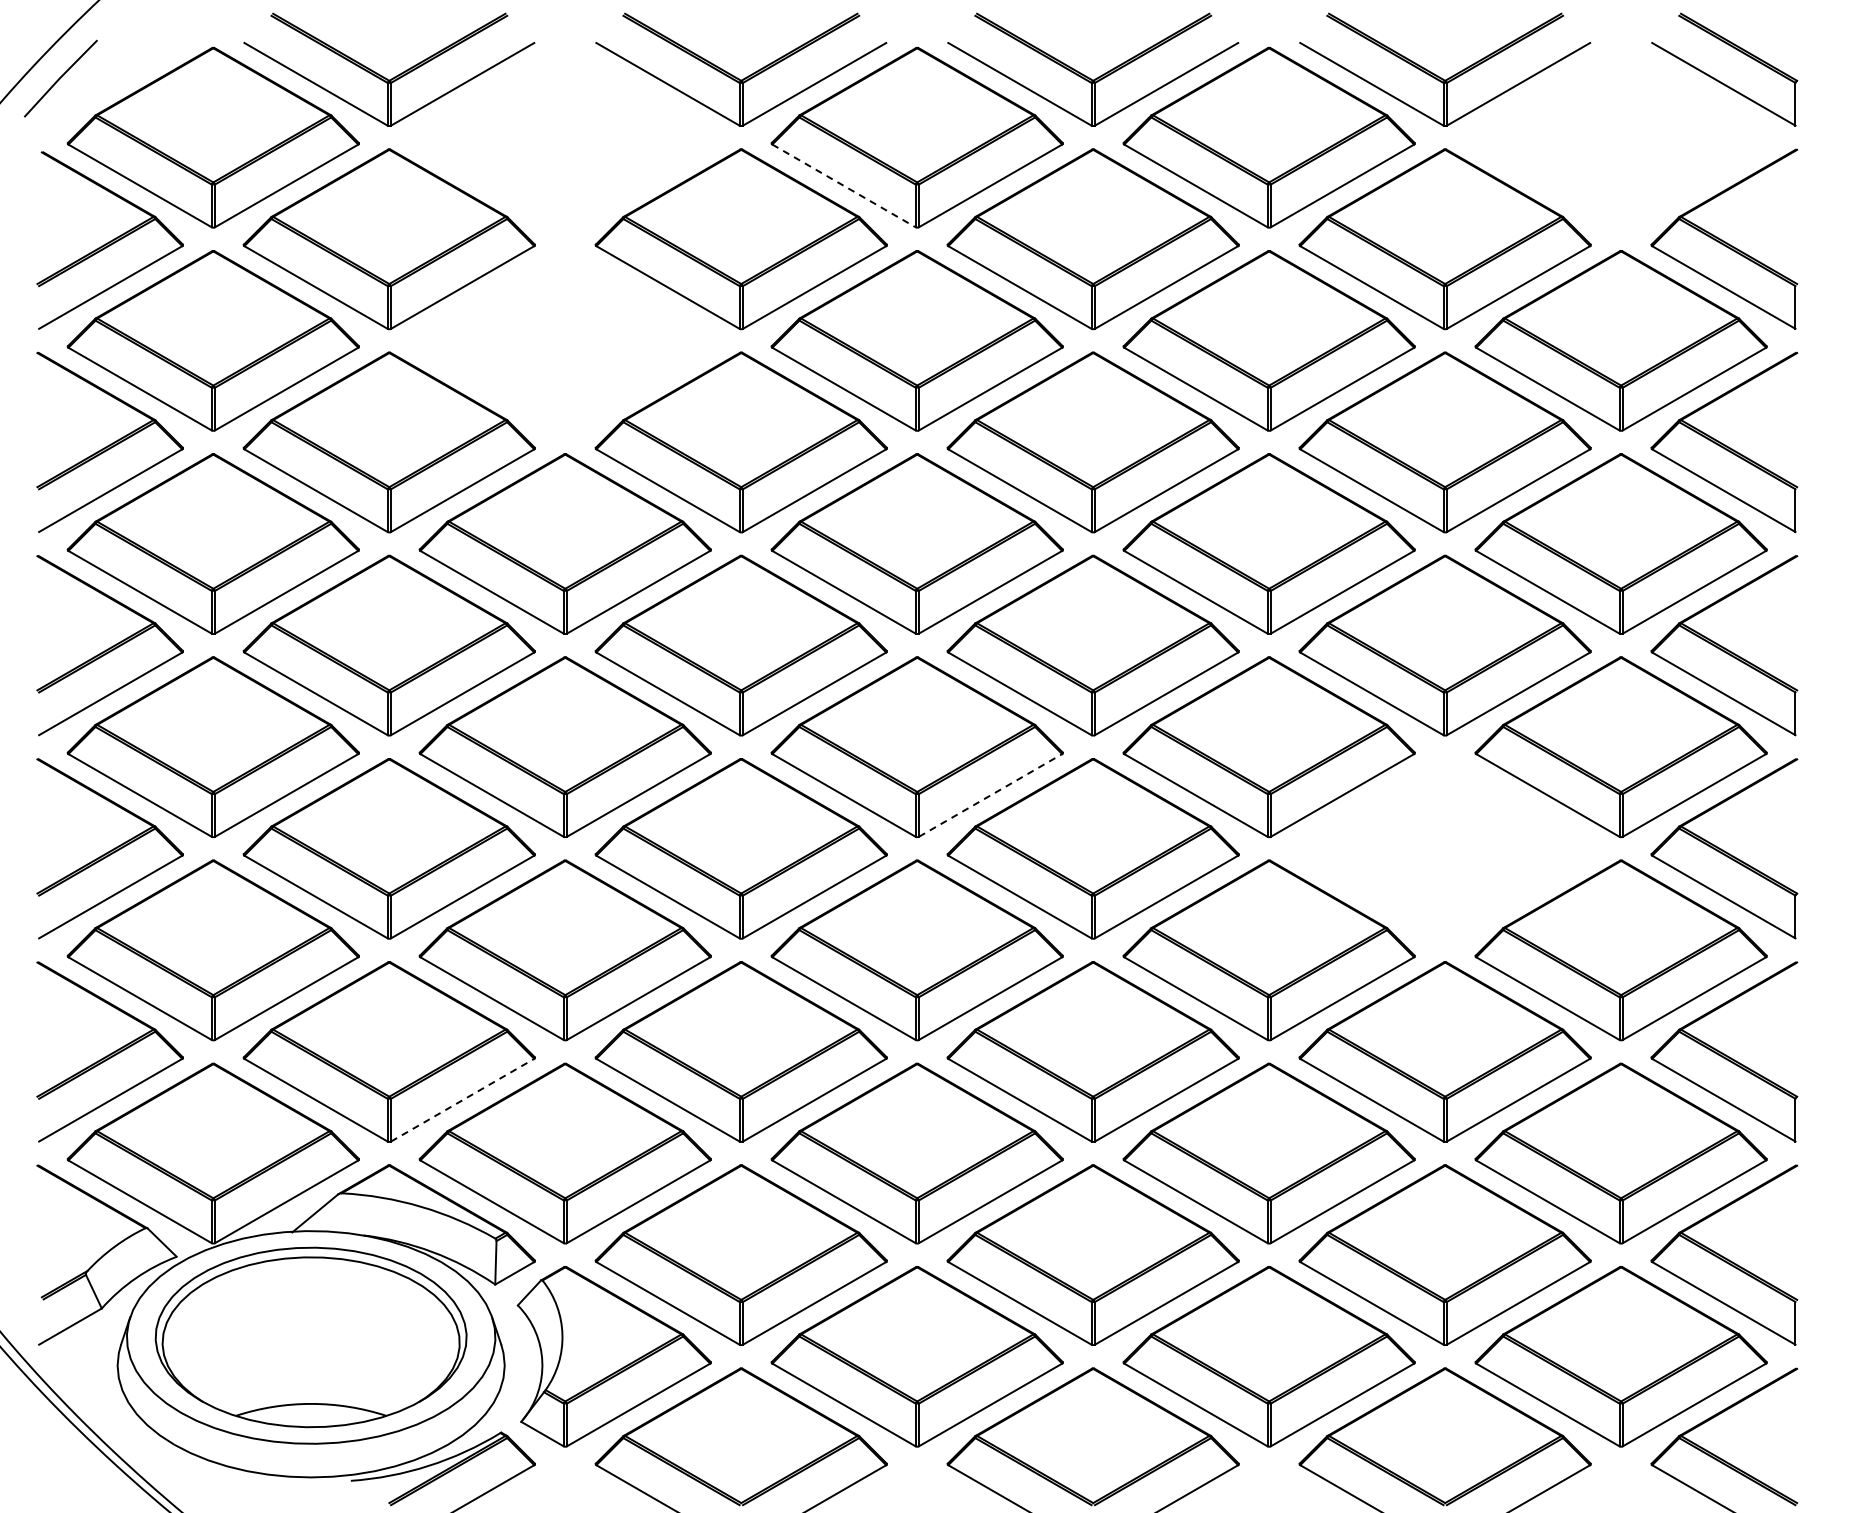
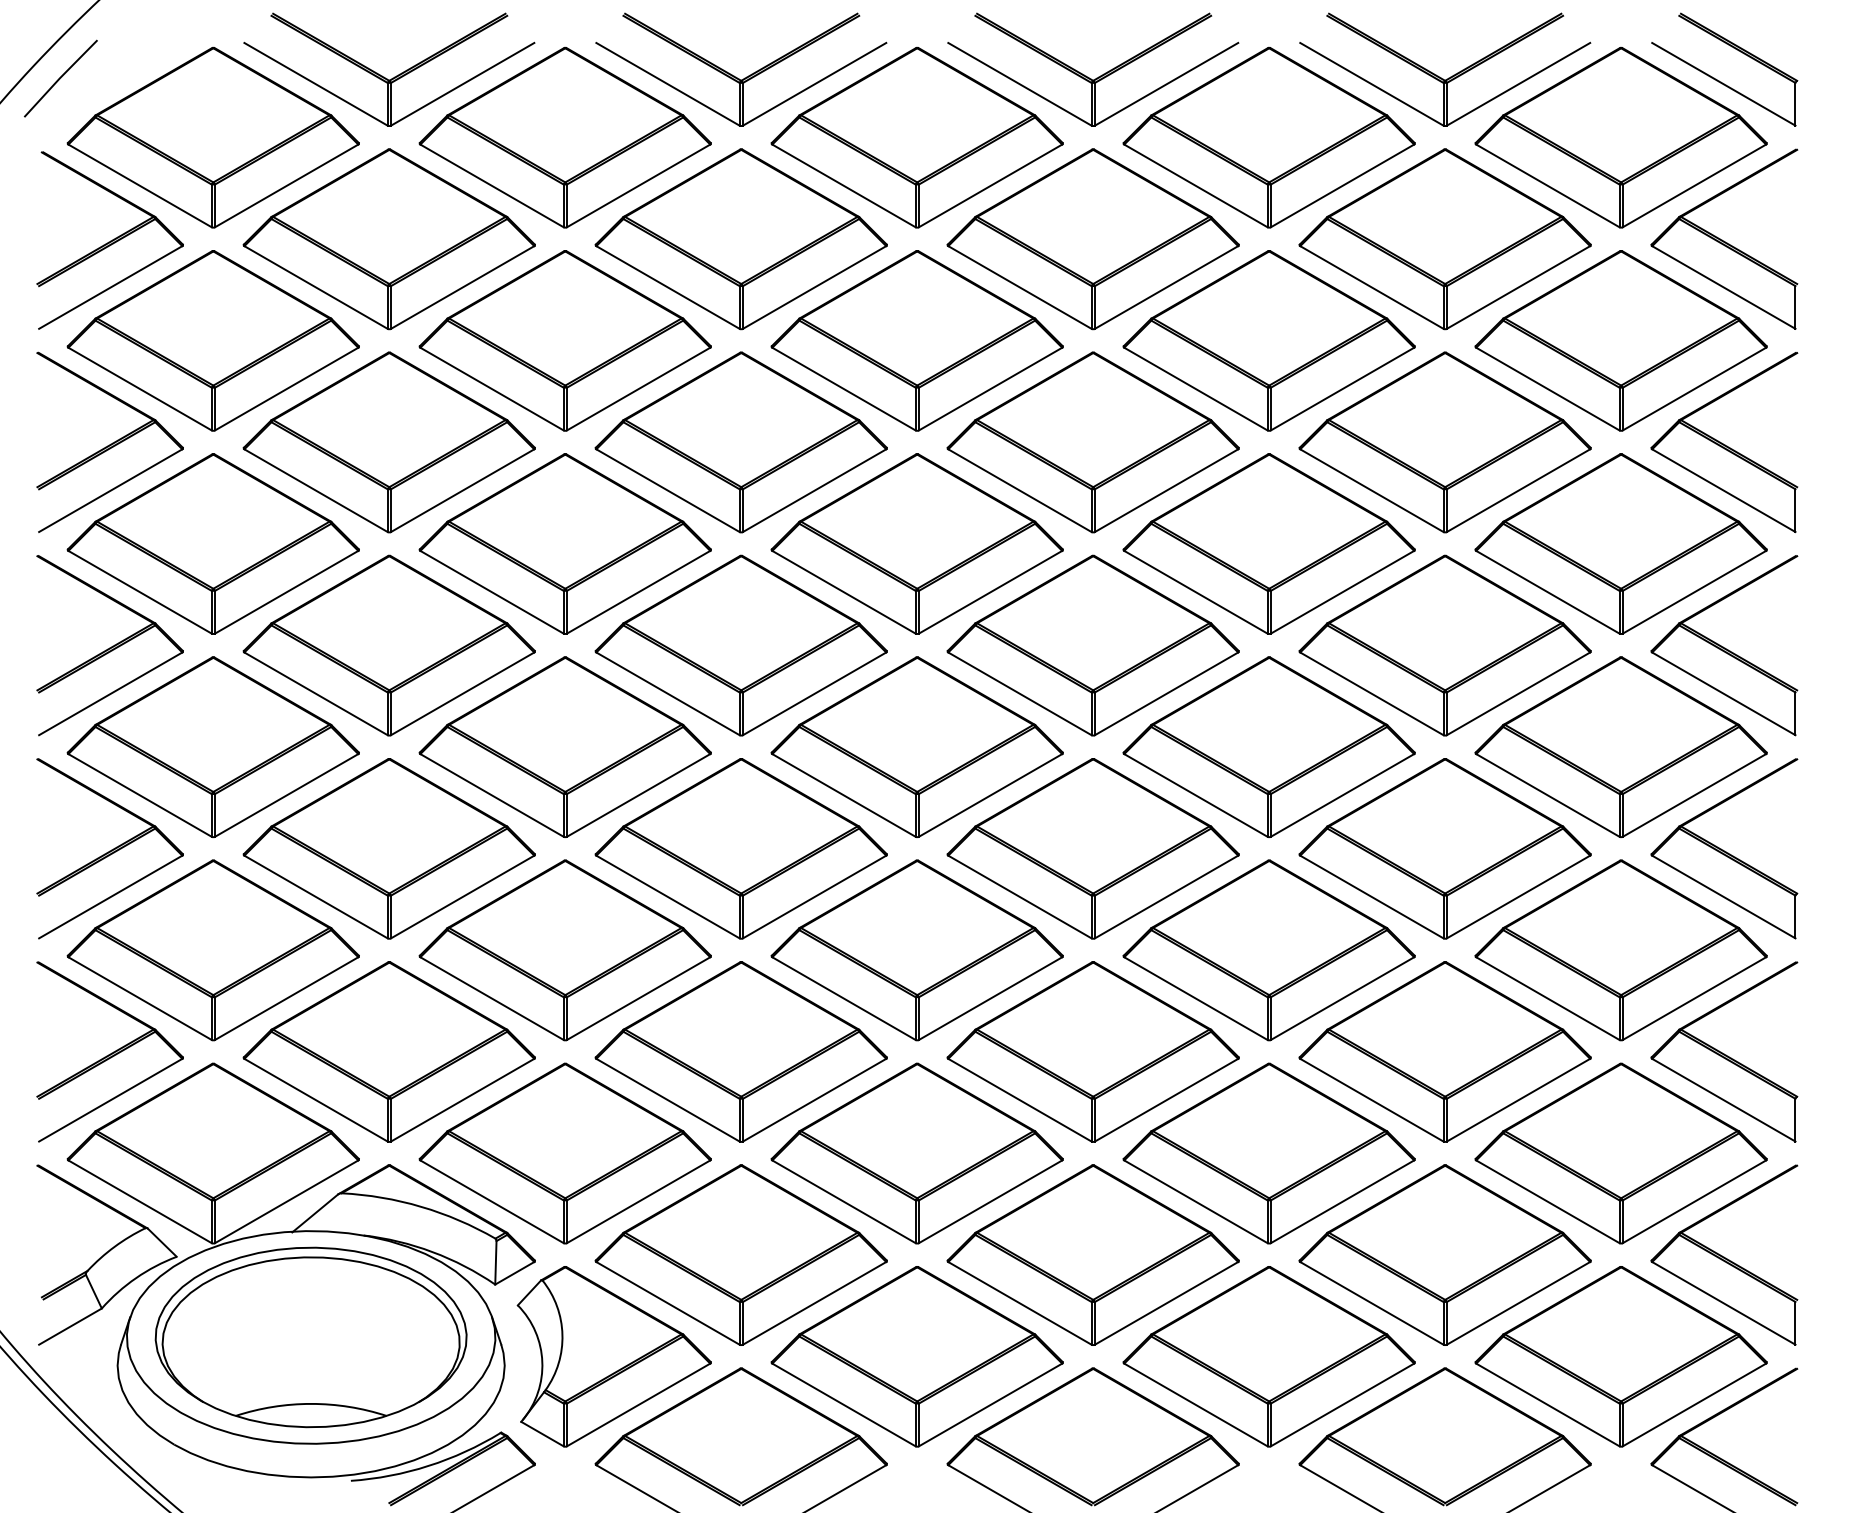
part at (564, 137): none -> present
part at (1620, 137): none -> present
line at (843, 185): dashed -> solid
part at (564, 340): none -> present
line at (990, 795): dashed -> solid
part at (1444, 848): none -> present
line at (462, 1100): dashed -> solid
